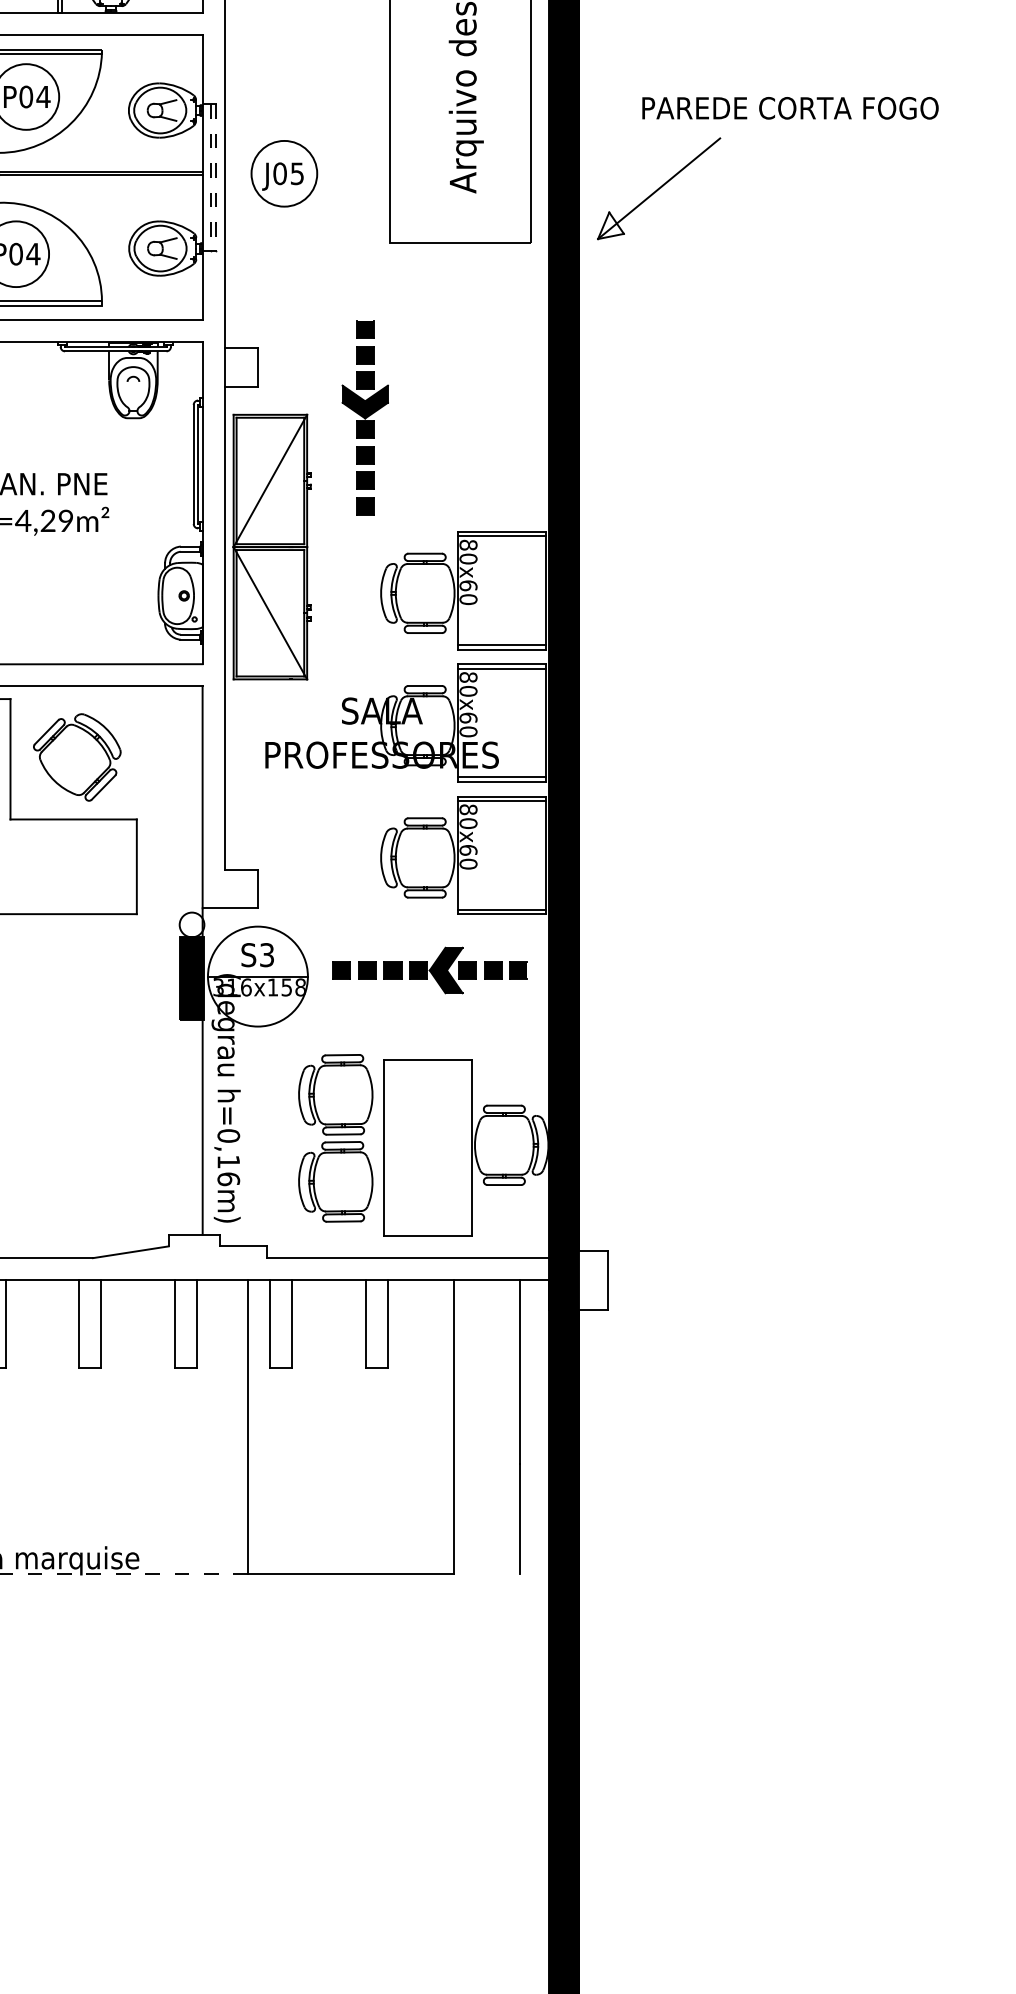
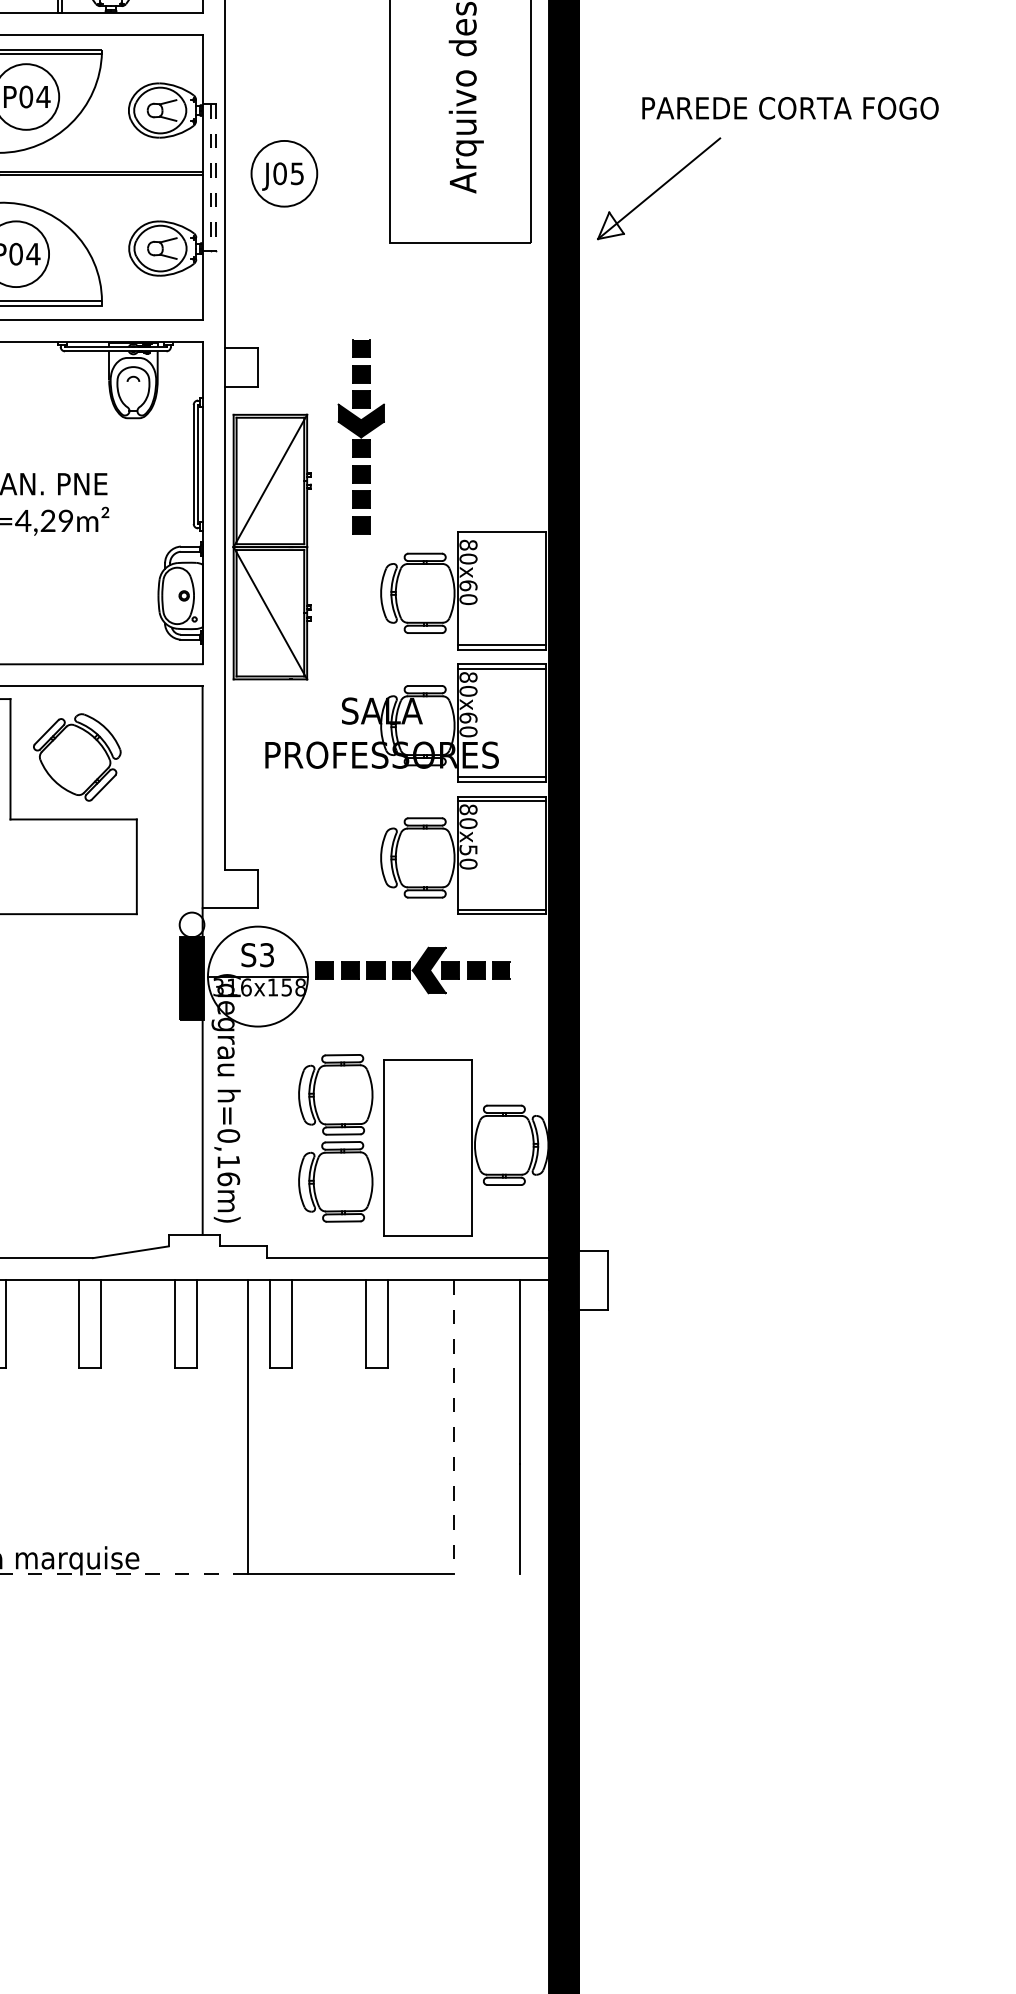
part at (364, 417) position: (364, 417) -> (360, 436)
line at (501, 536): present -> none
text at (468, 850): 80x60 -> 80x50
part at (429, 970) position: (429, 970) -> (412, 970)
line at (453, 1427): solid -> dashed
